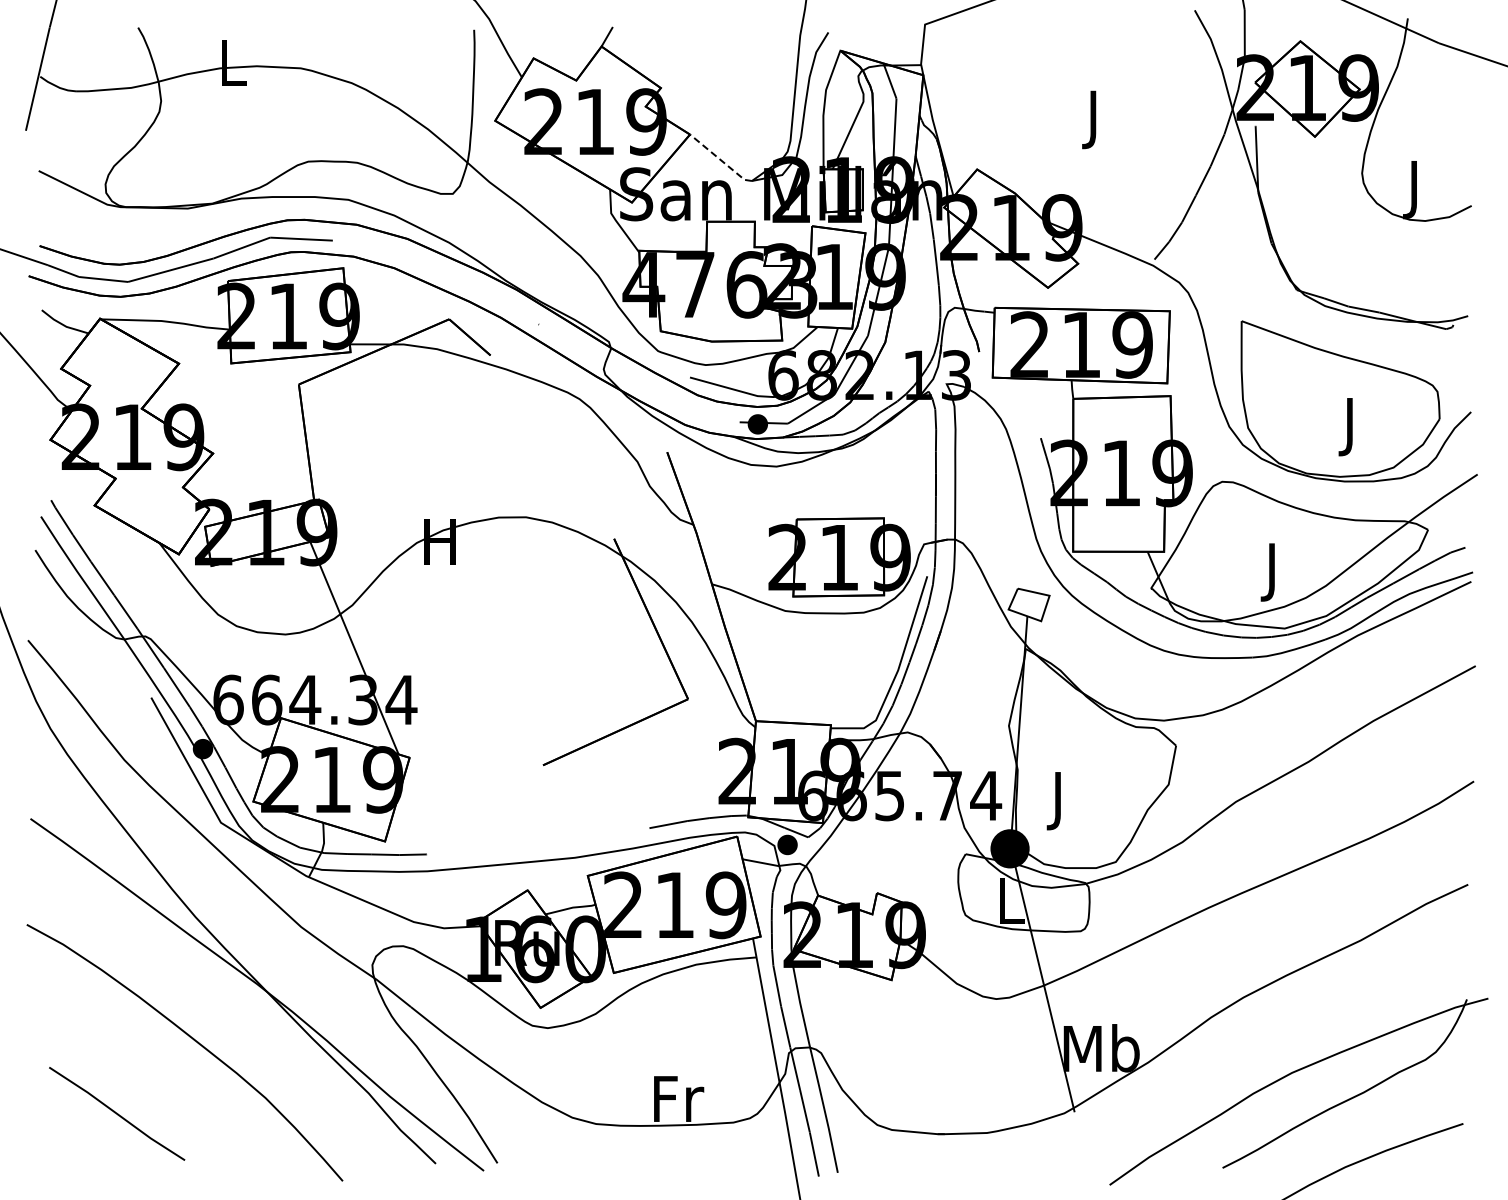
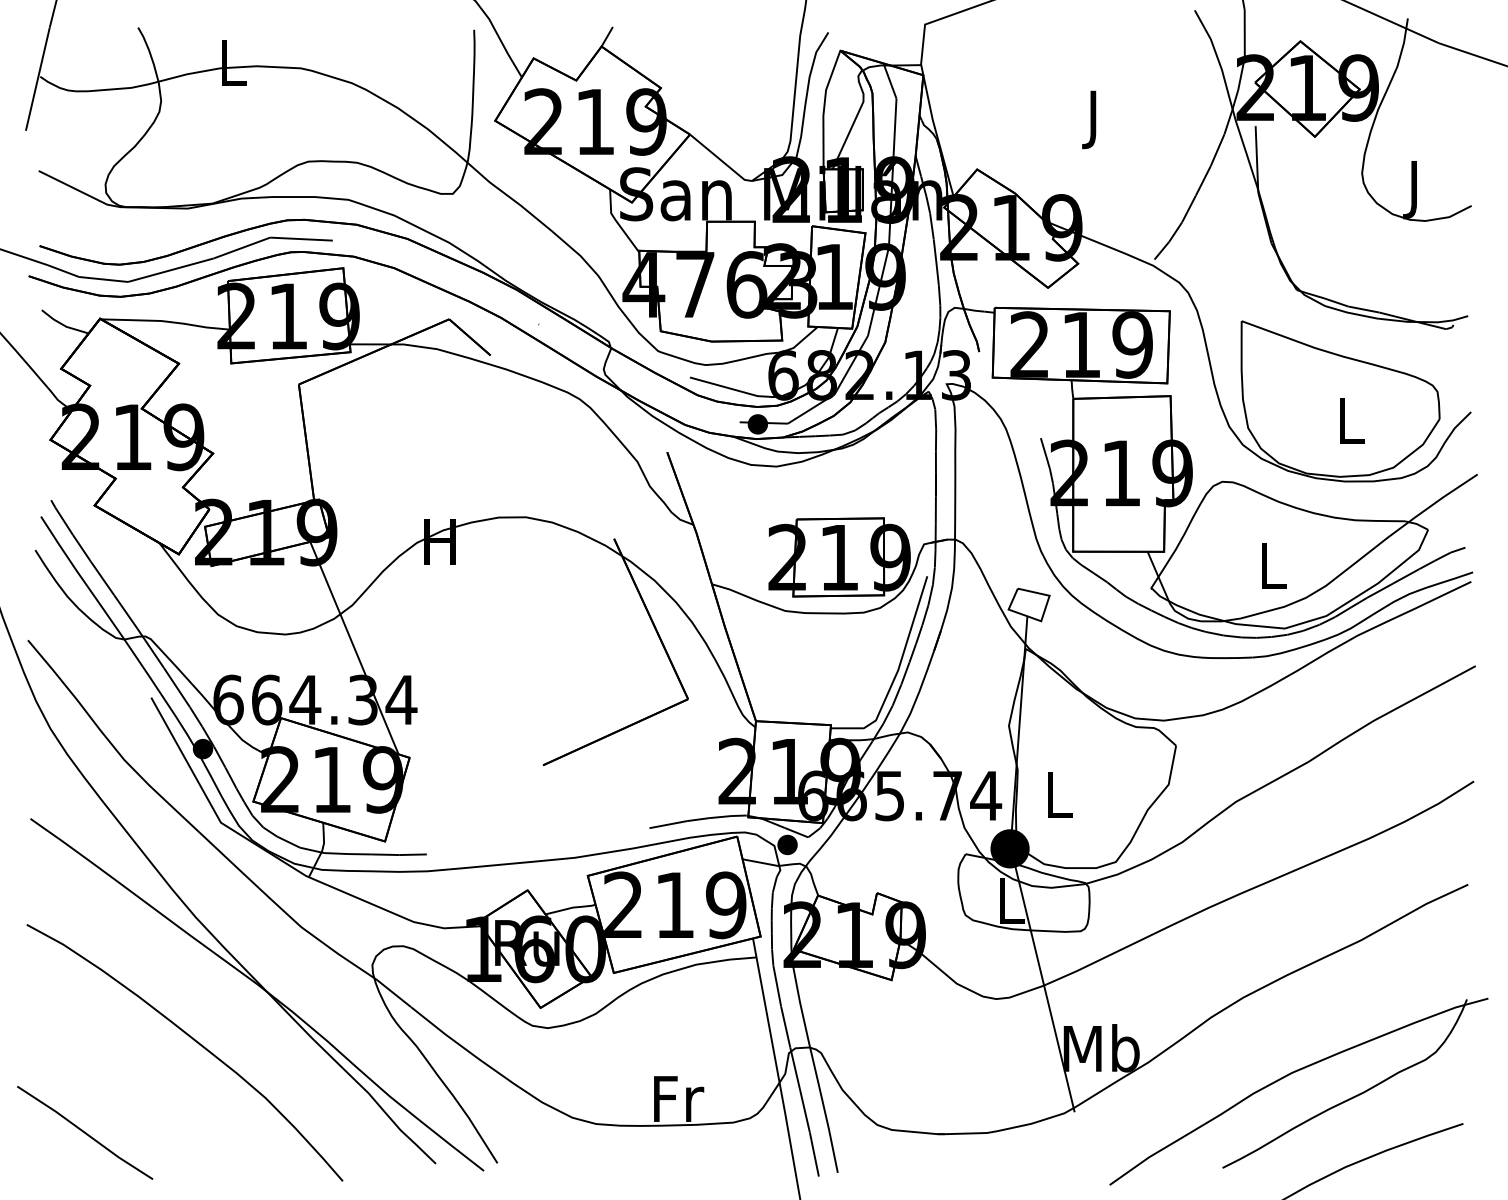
line at (720, 160): dashed -> solid
text at (1351, 427): J -> L
text at (1273, 572): J -> L
text at (1059, 801): J -> L
line at (117, 1113) position: (117, 1113) -> (85, 1132)
